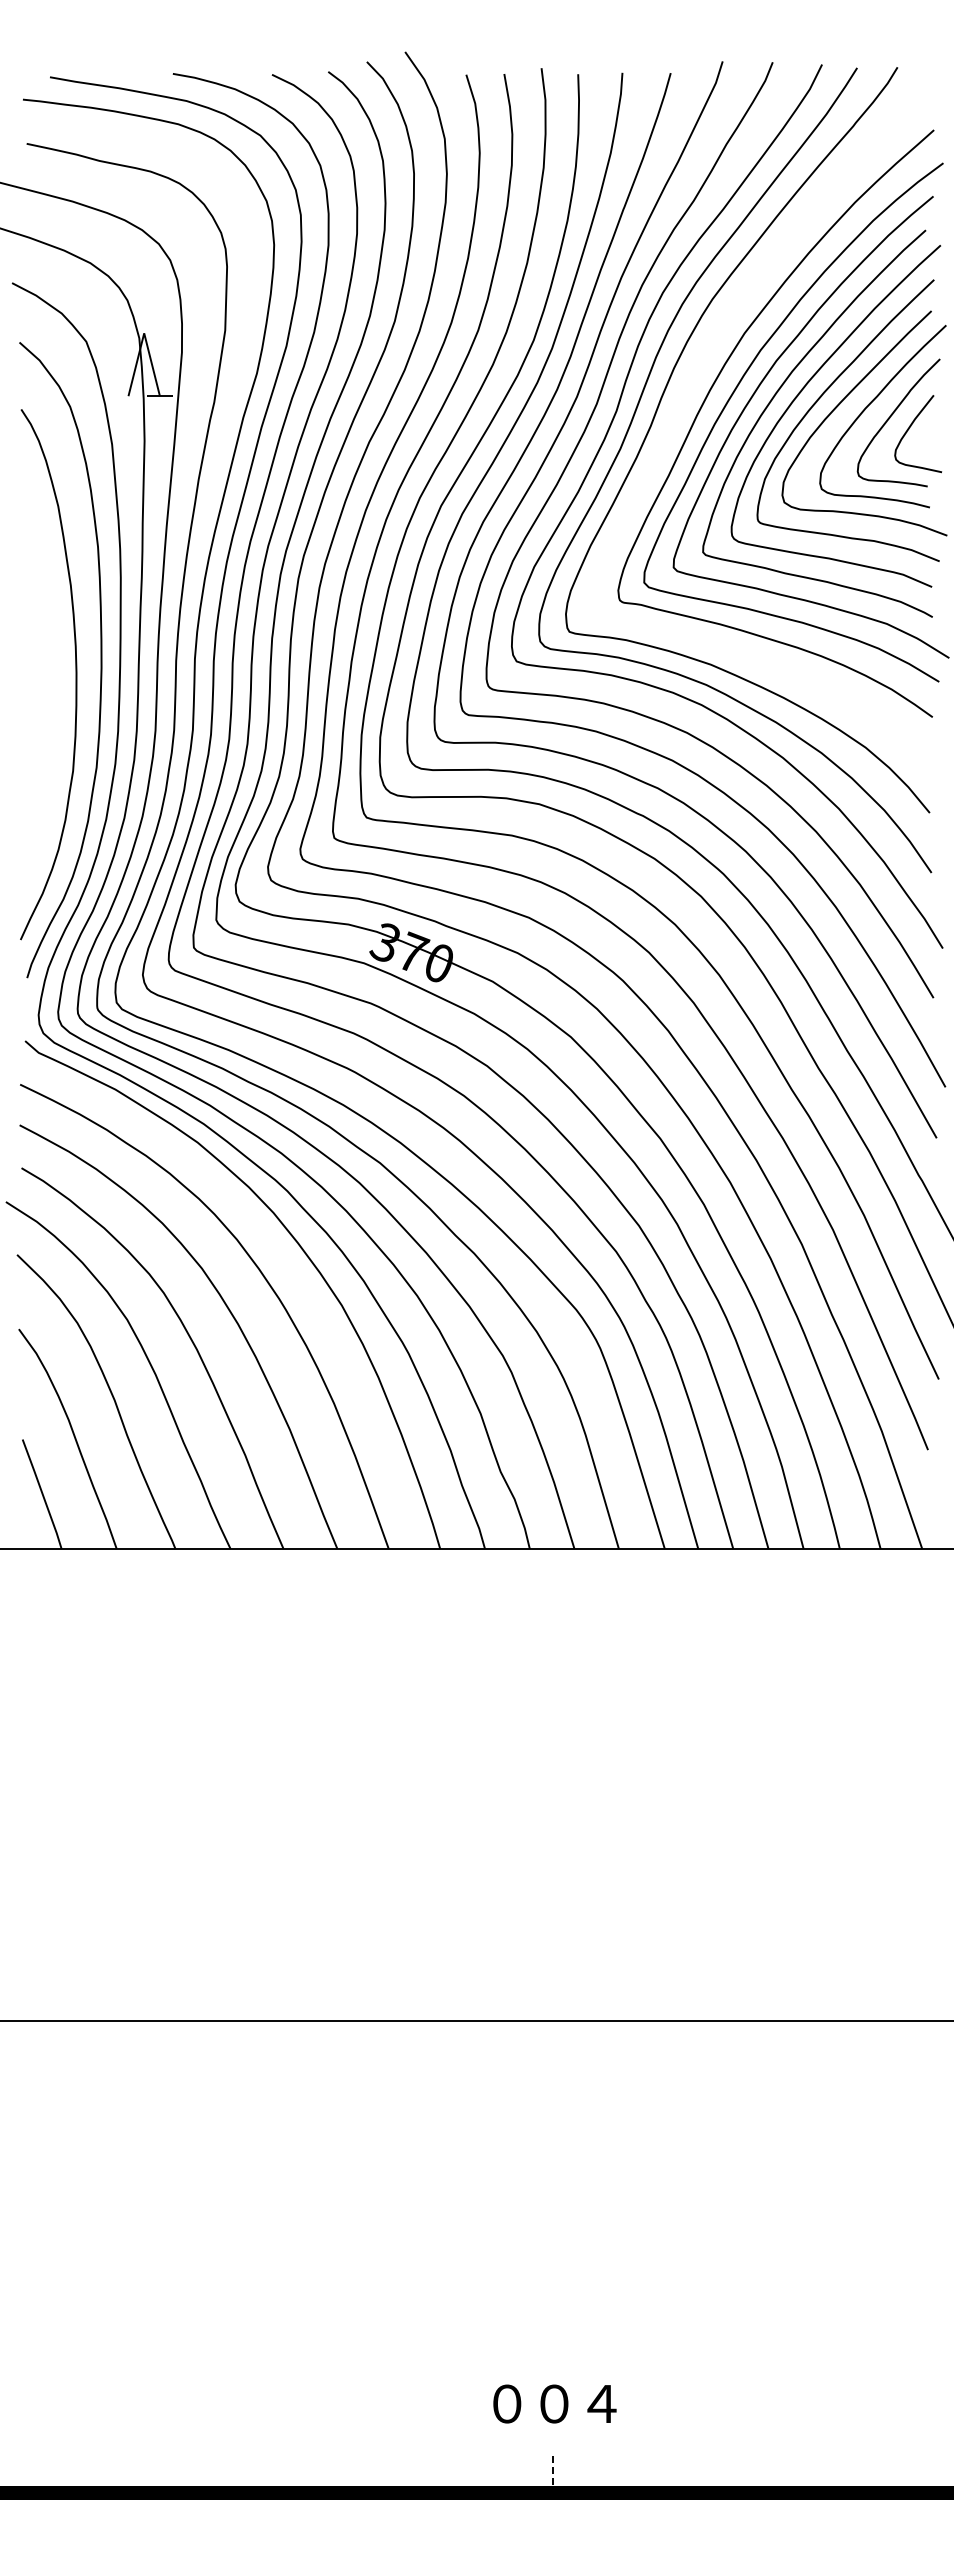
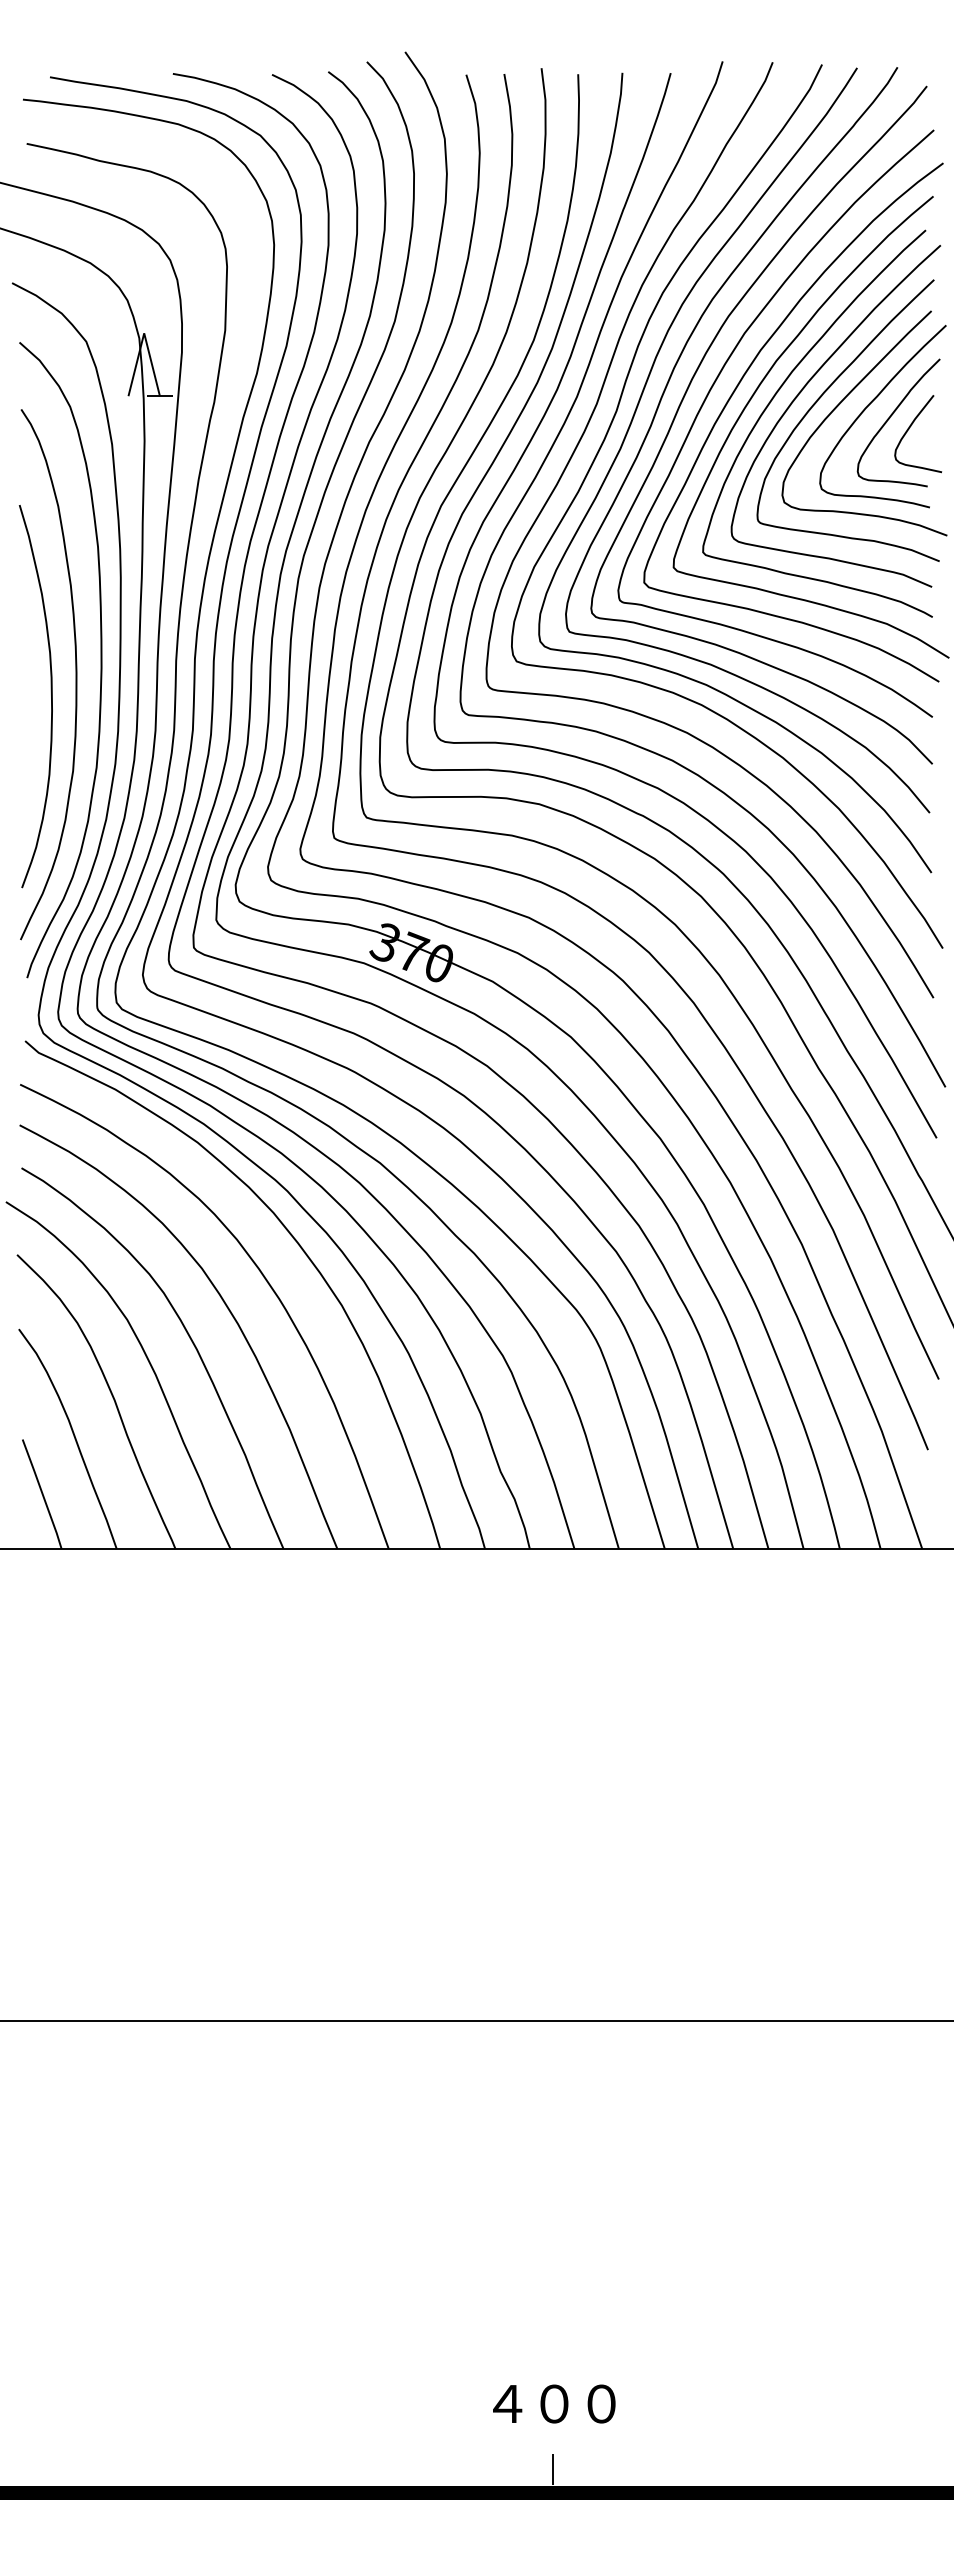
curve at (689, 387): none -> present
curve at (50, 692): none -> present
text at (507, 2403): ０ -> ４
text at (601, 2403): ４ -> ０
line at (552, 2469): dashed -> solid
